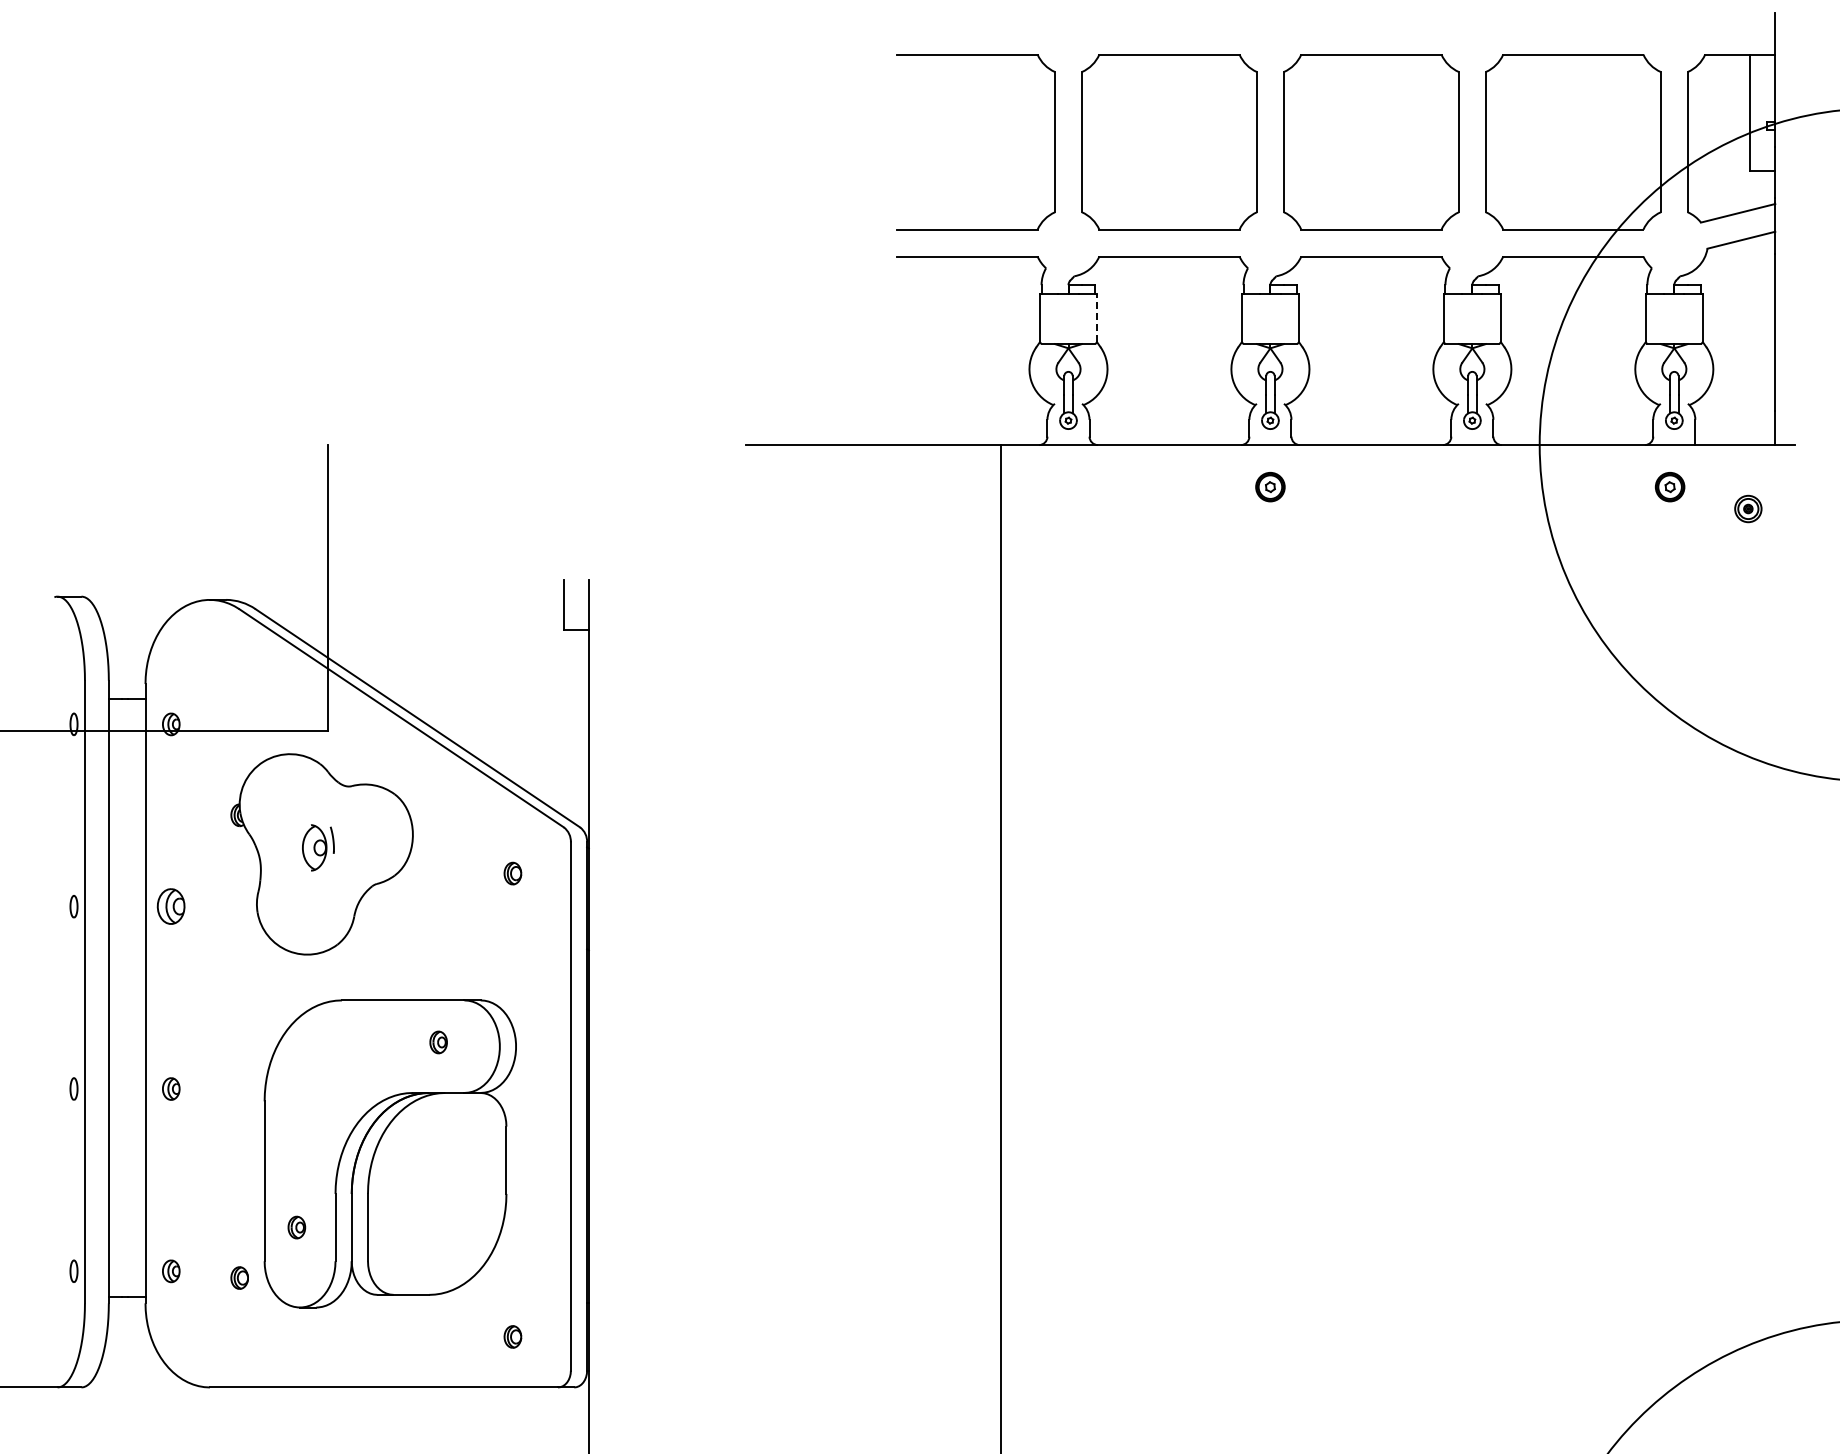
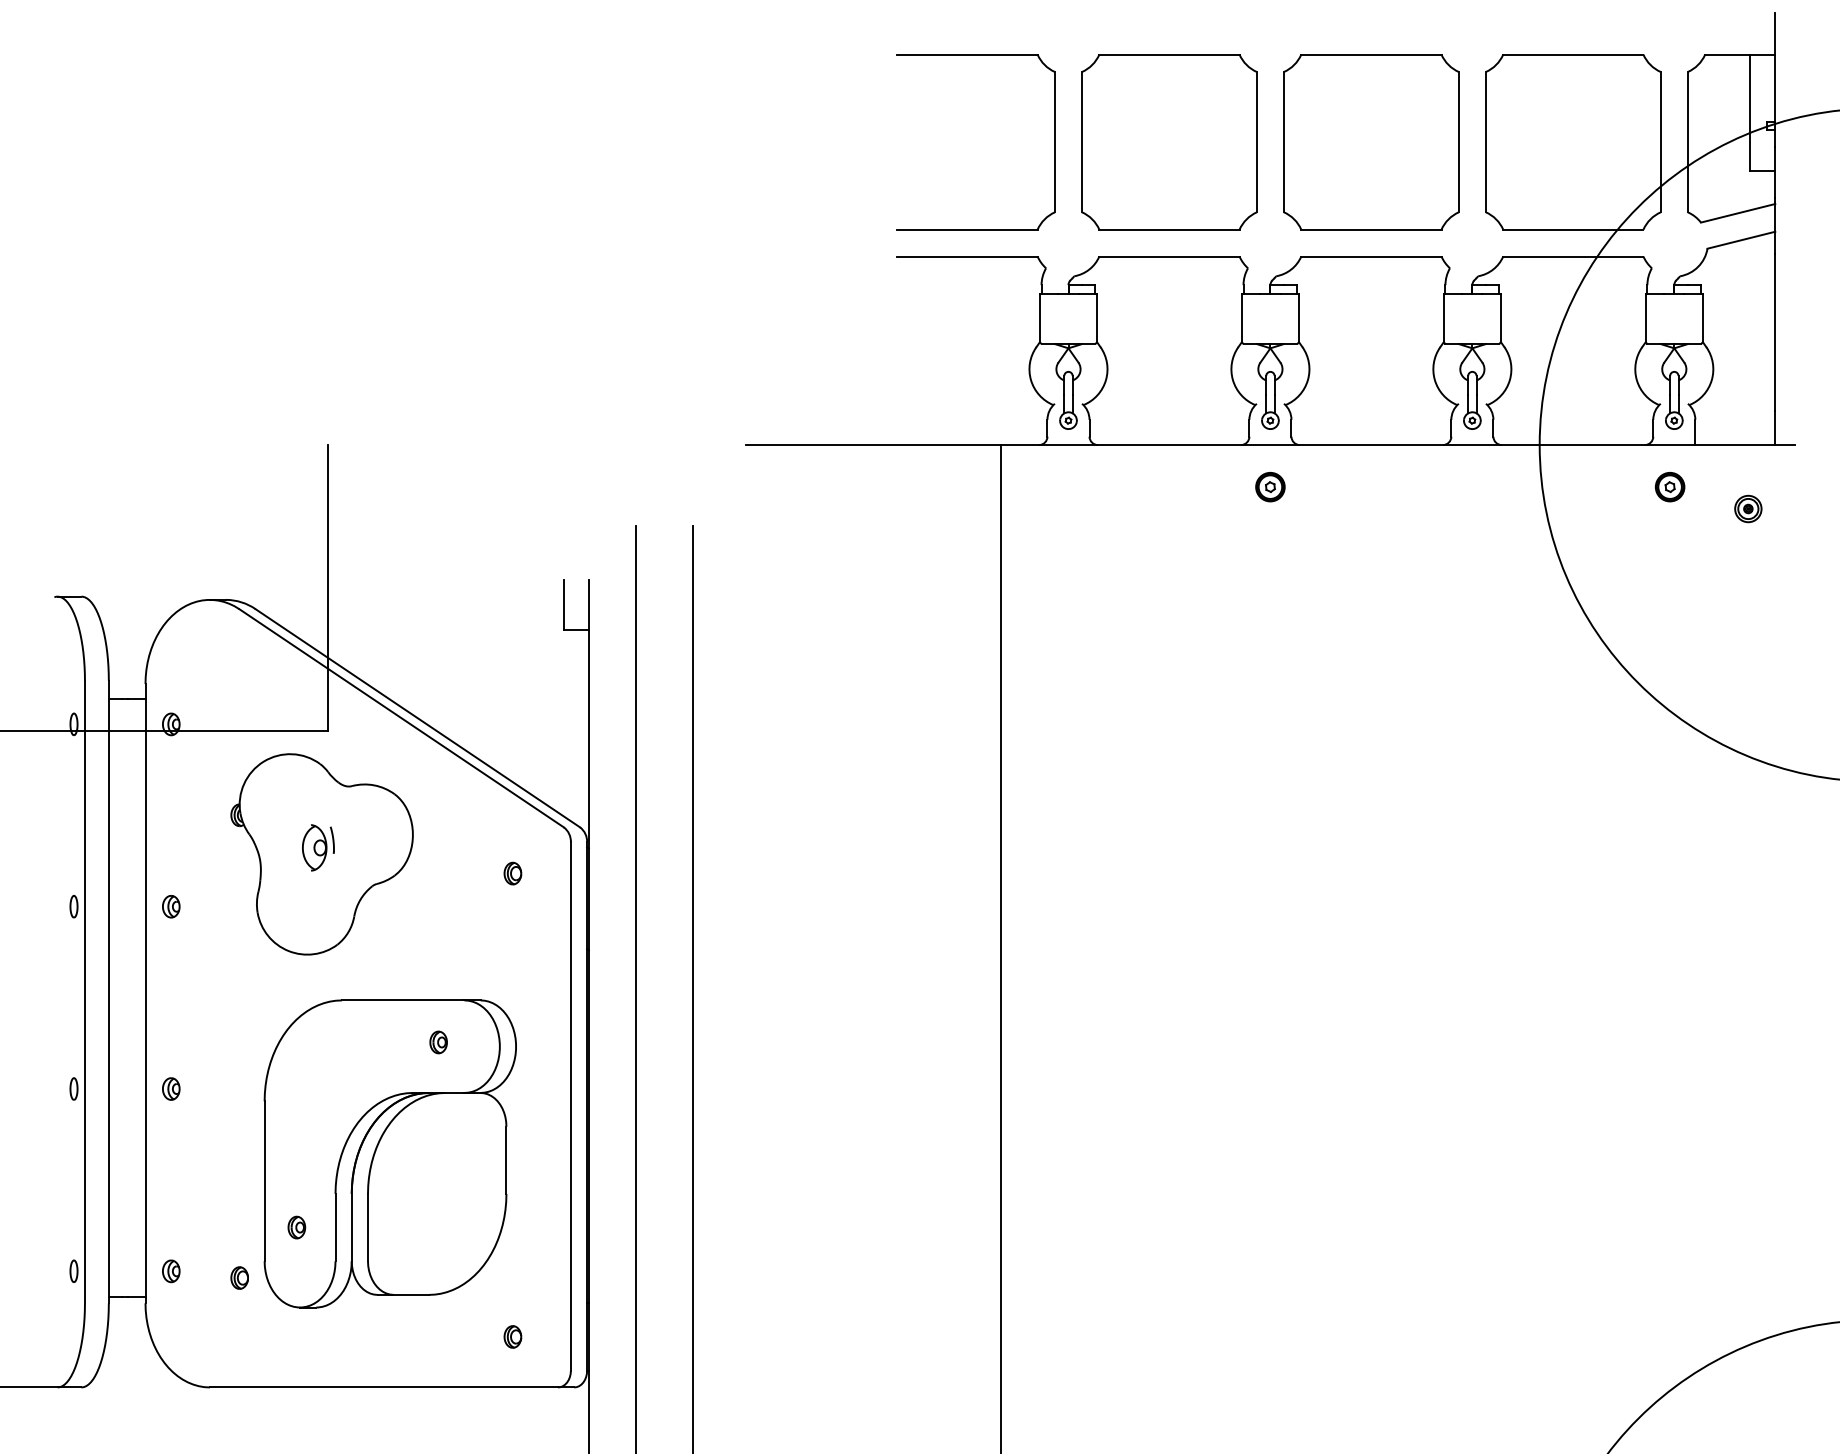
line at (1097, 317): dashed -> solid
part at (170, 906) size: 30x37 px -> 19x24 px
line at (636, 987): none -> present
line at (692, 987): none -> present
